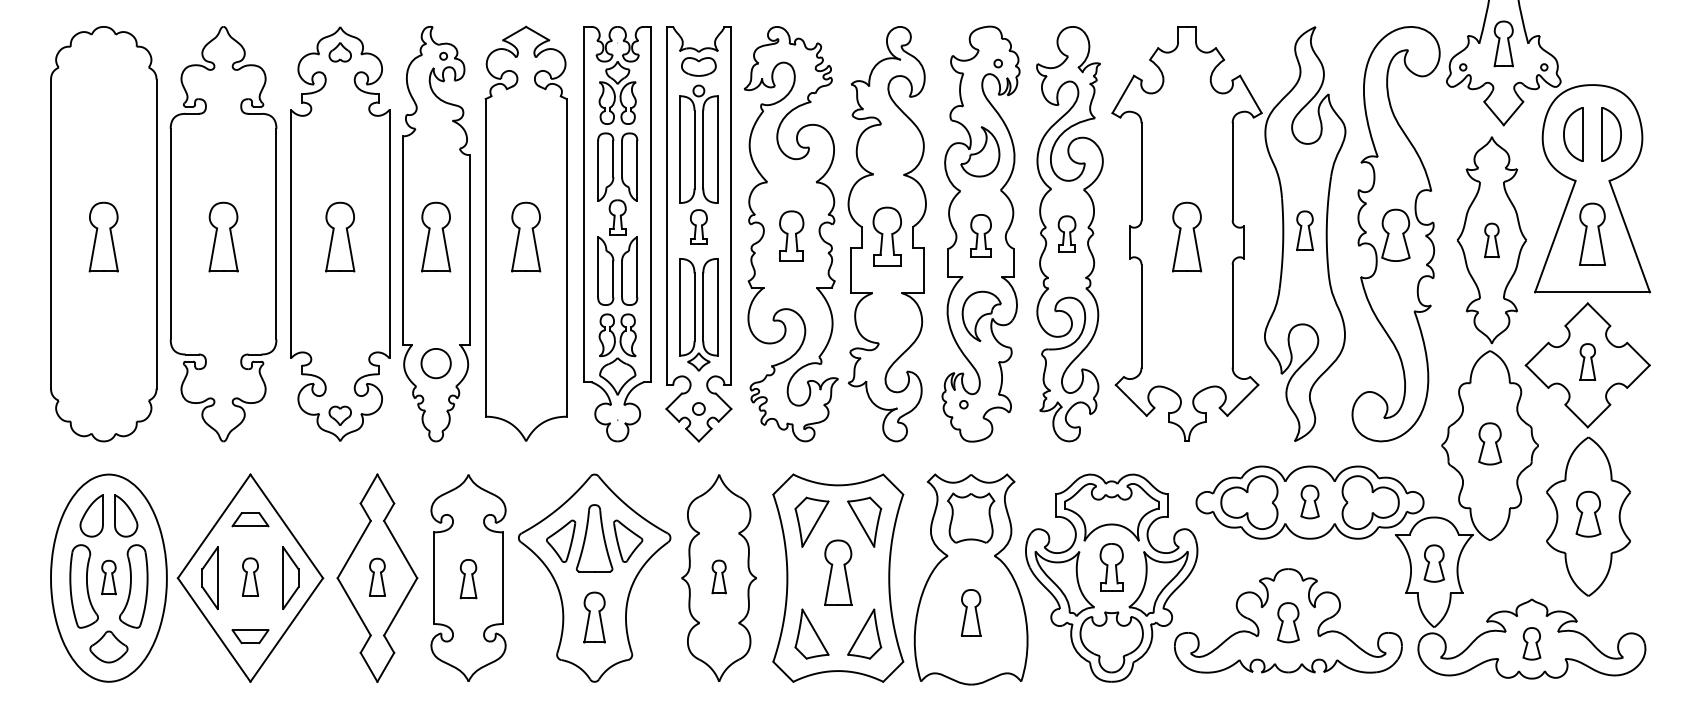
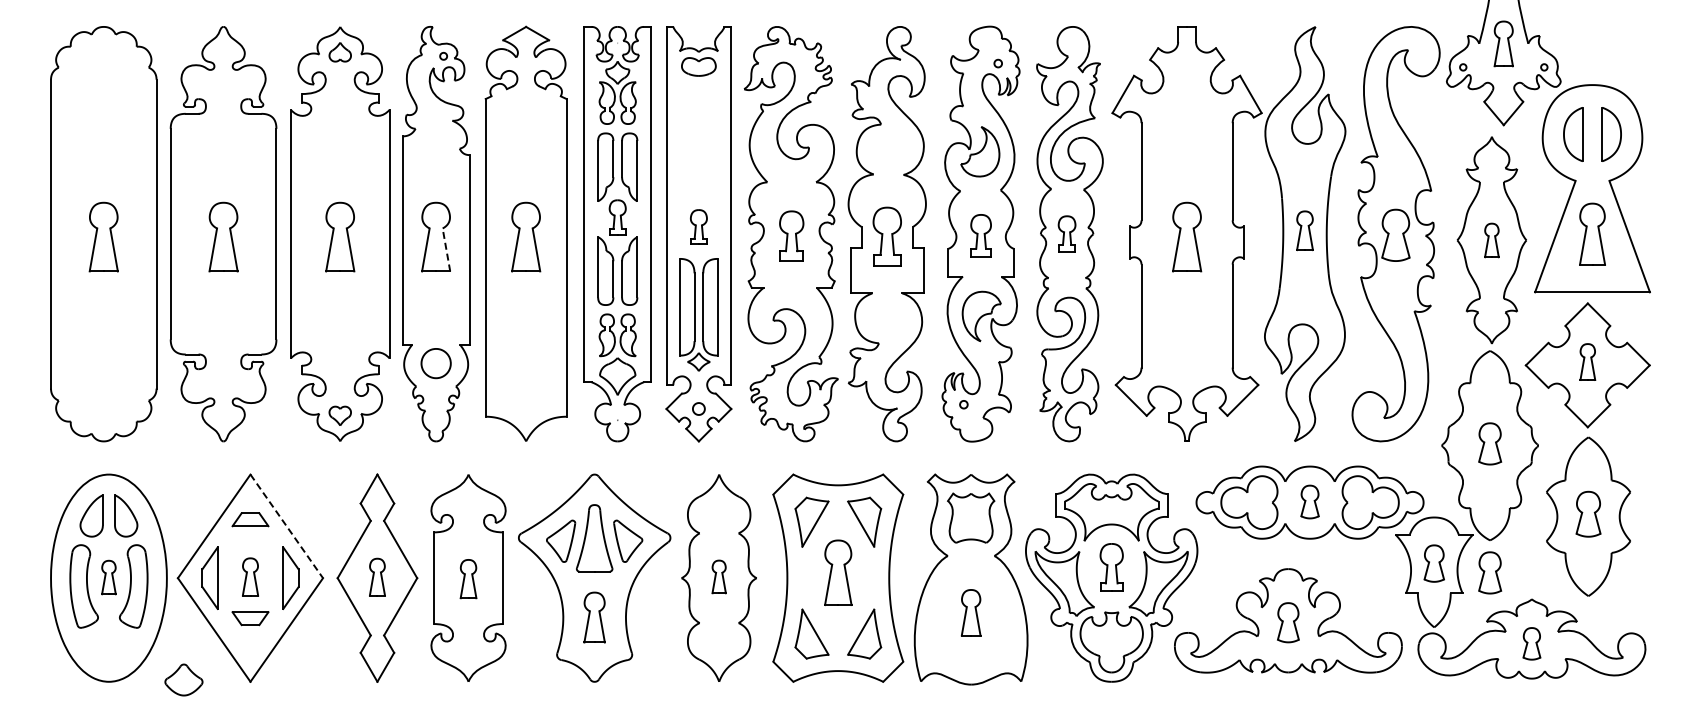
part at (698, 143): present -> none
line at (446, 249): solid -> dashed
line at (287, 526): solid -> dashed
part at (1490, 572): none -> present
part at (250, 636) position: (250, 636) -> (250, 618)
part at (108, 646) position: (108, 646) -> (183, 679)
